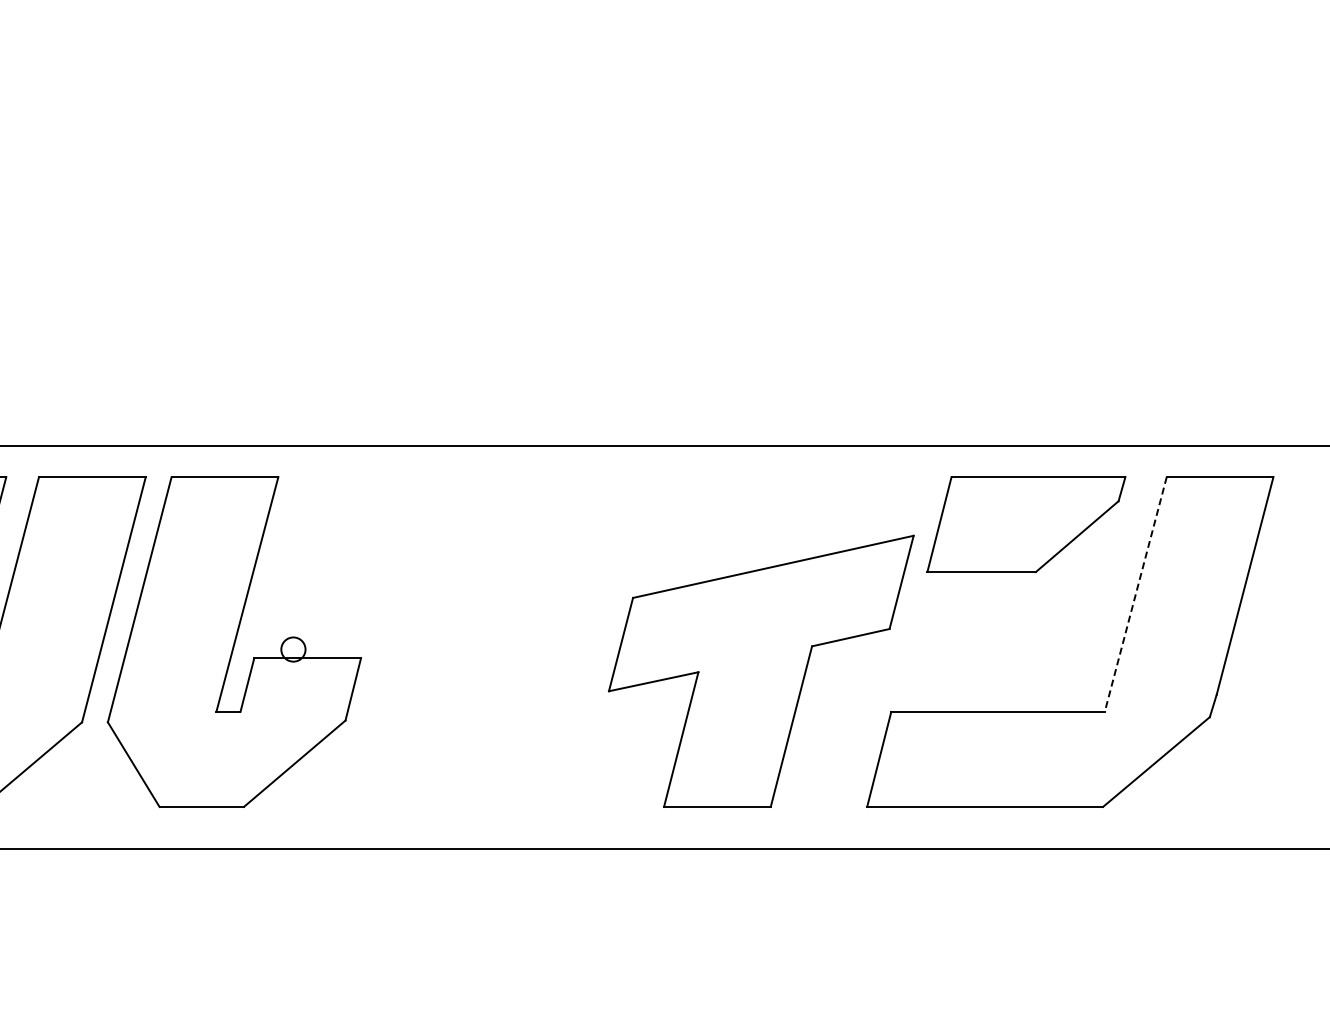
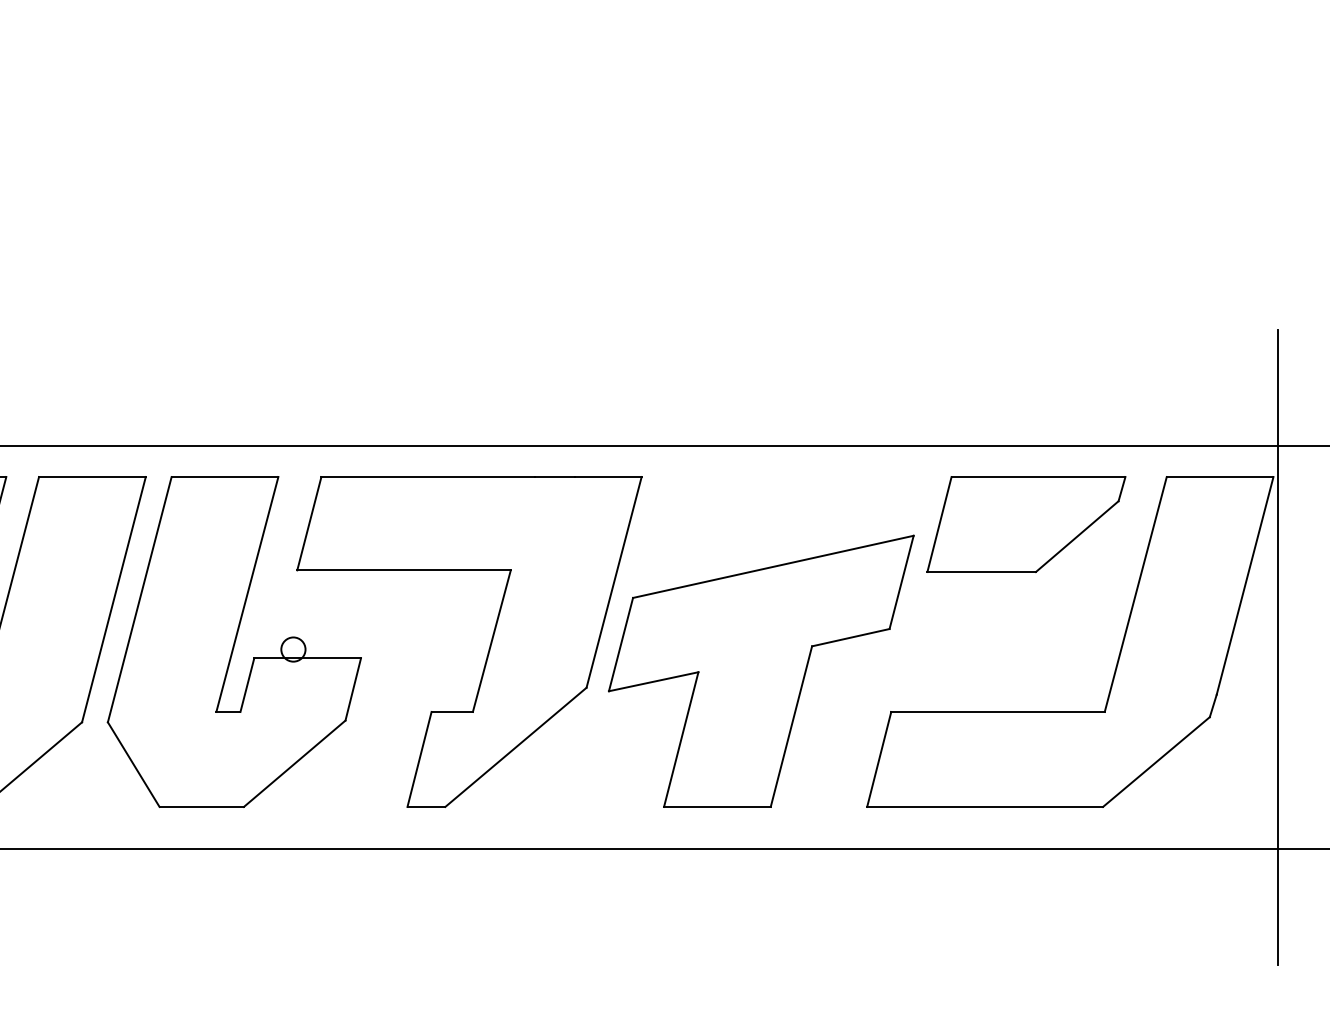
line at (1135, 594): dashed -> solid
part at (489, 645): none -> present
line at (1277, 647): none -> present
